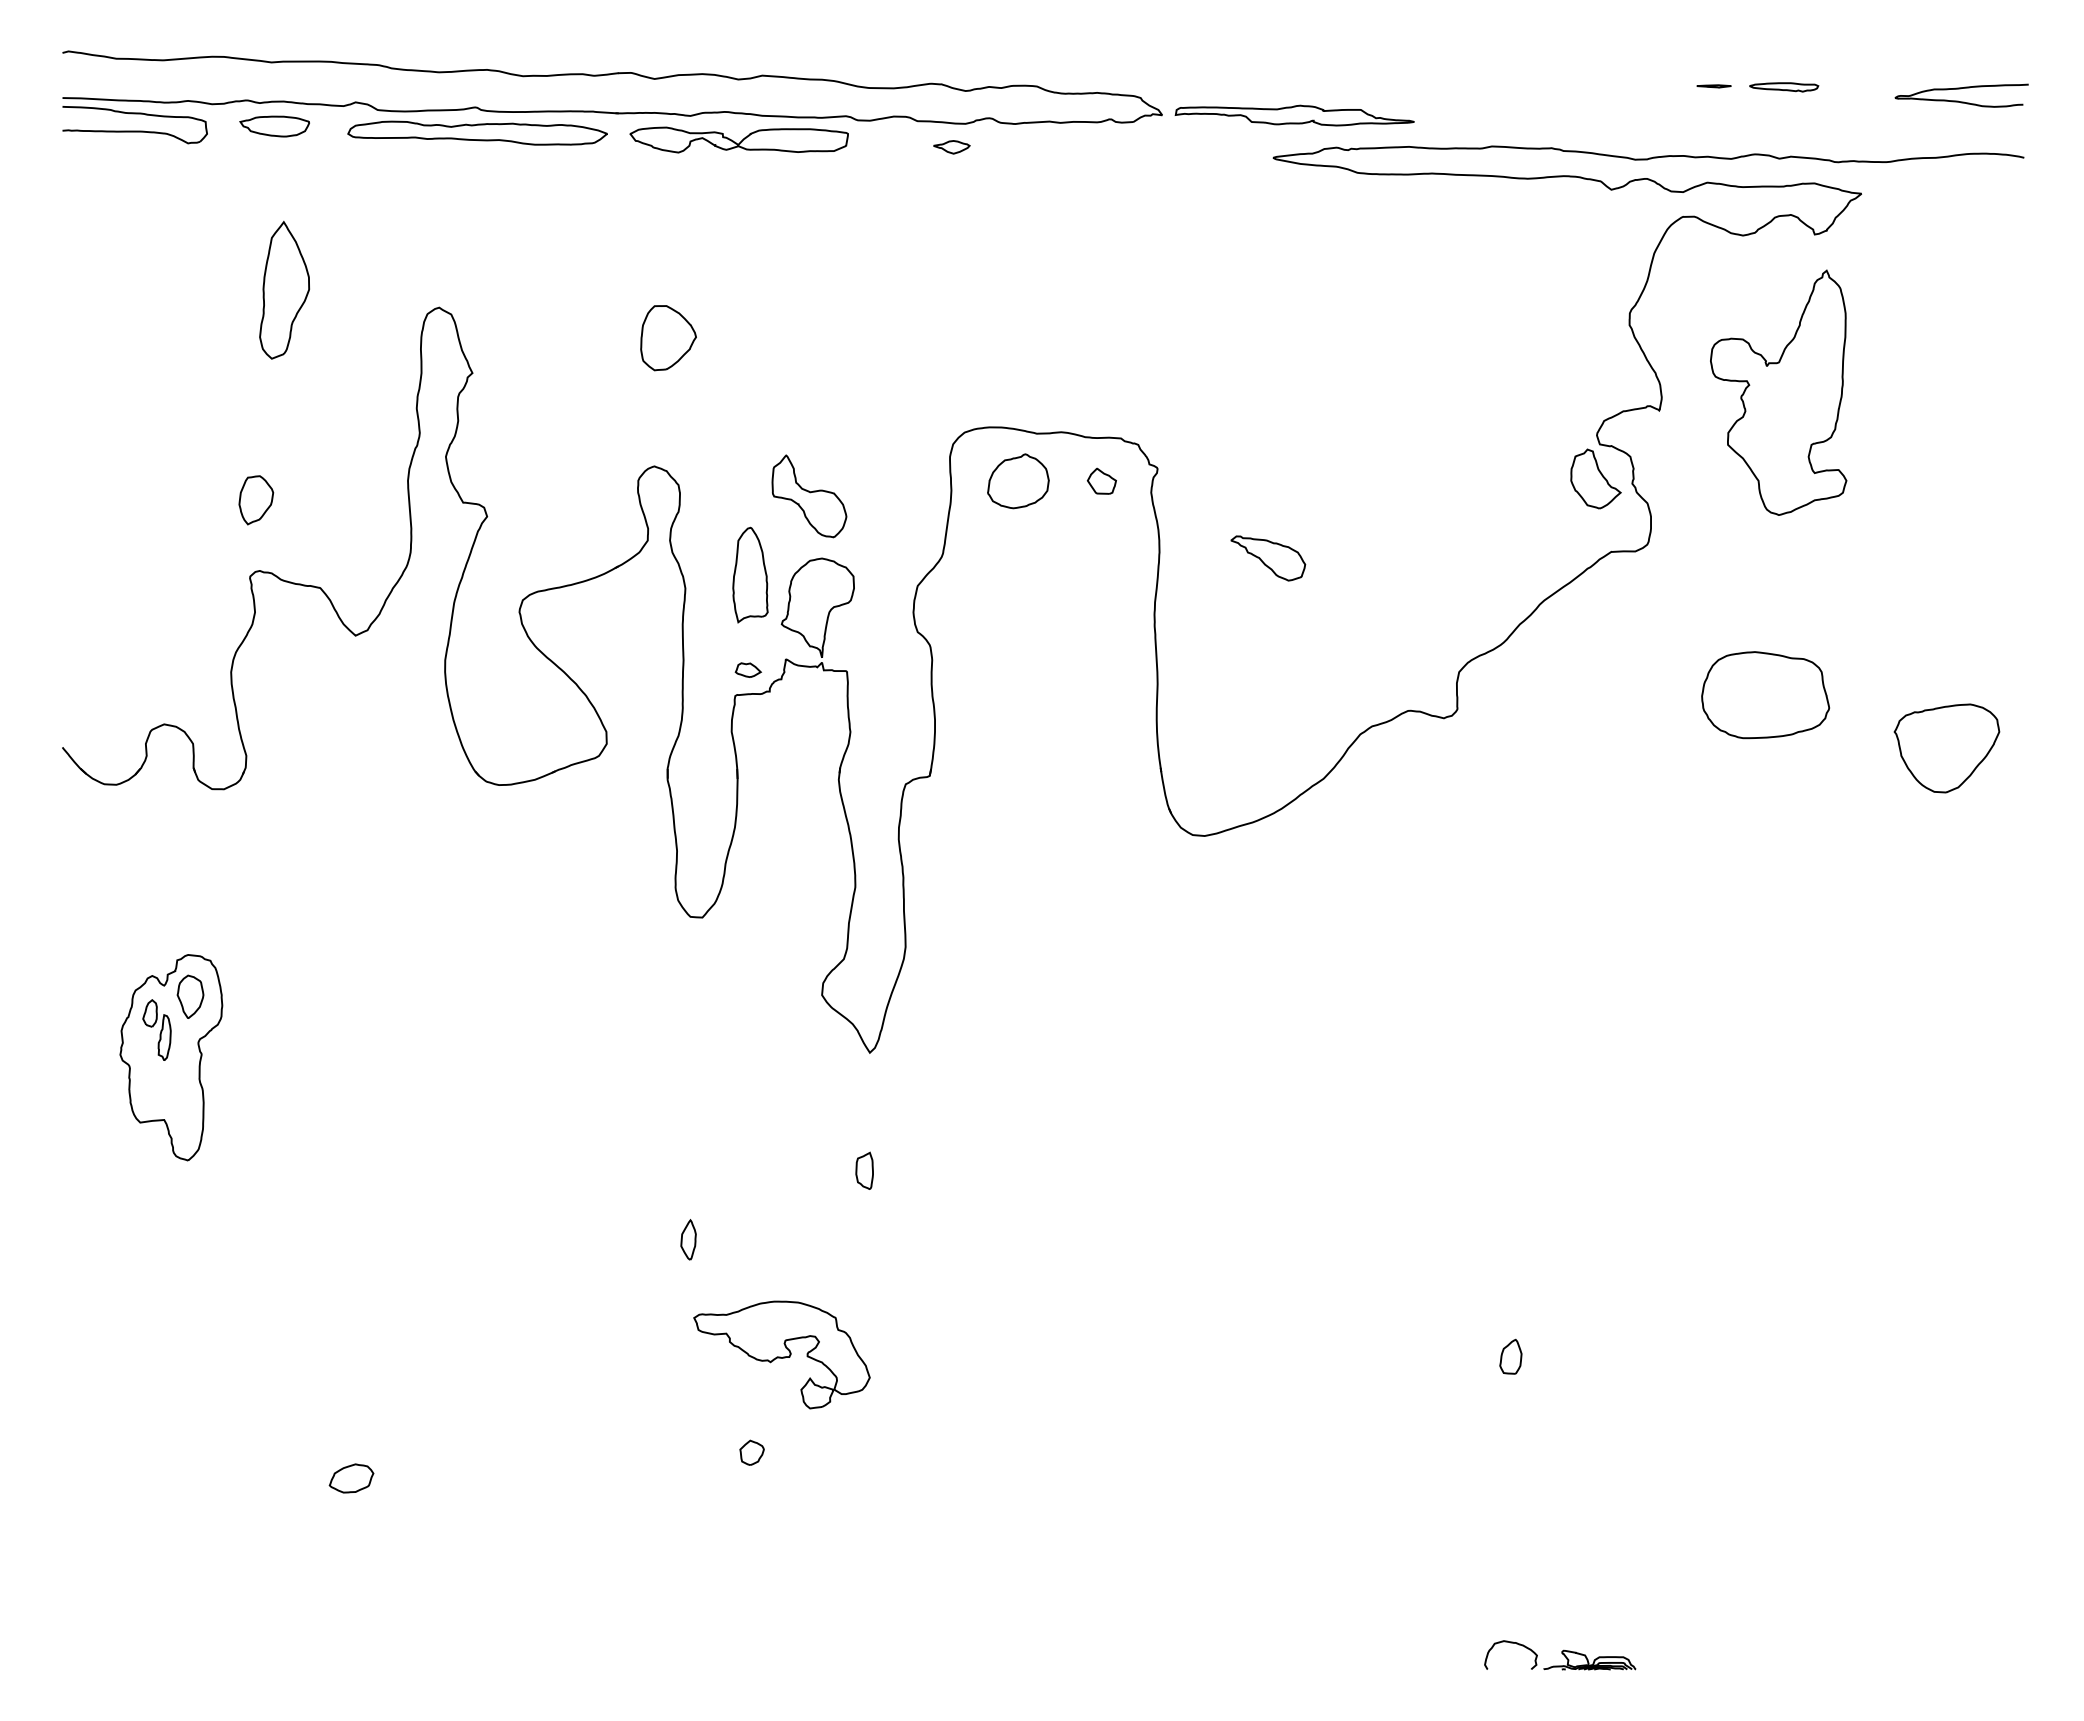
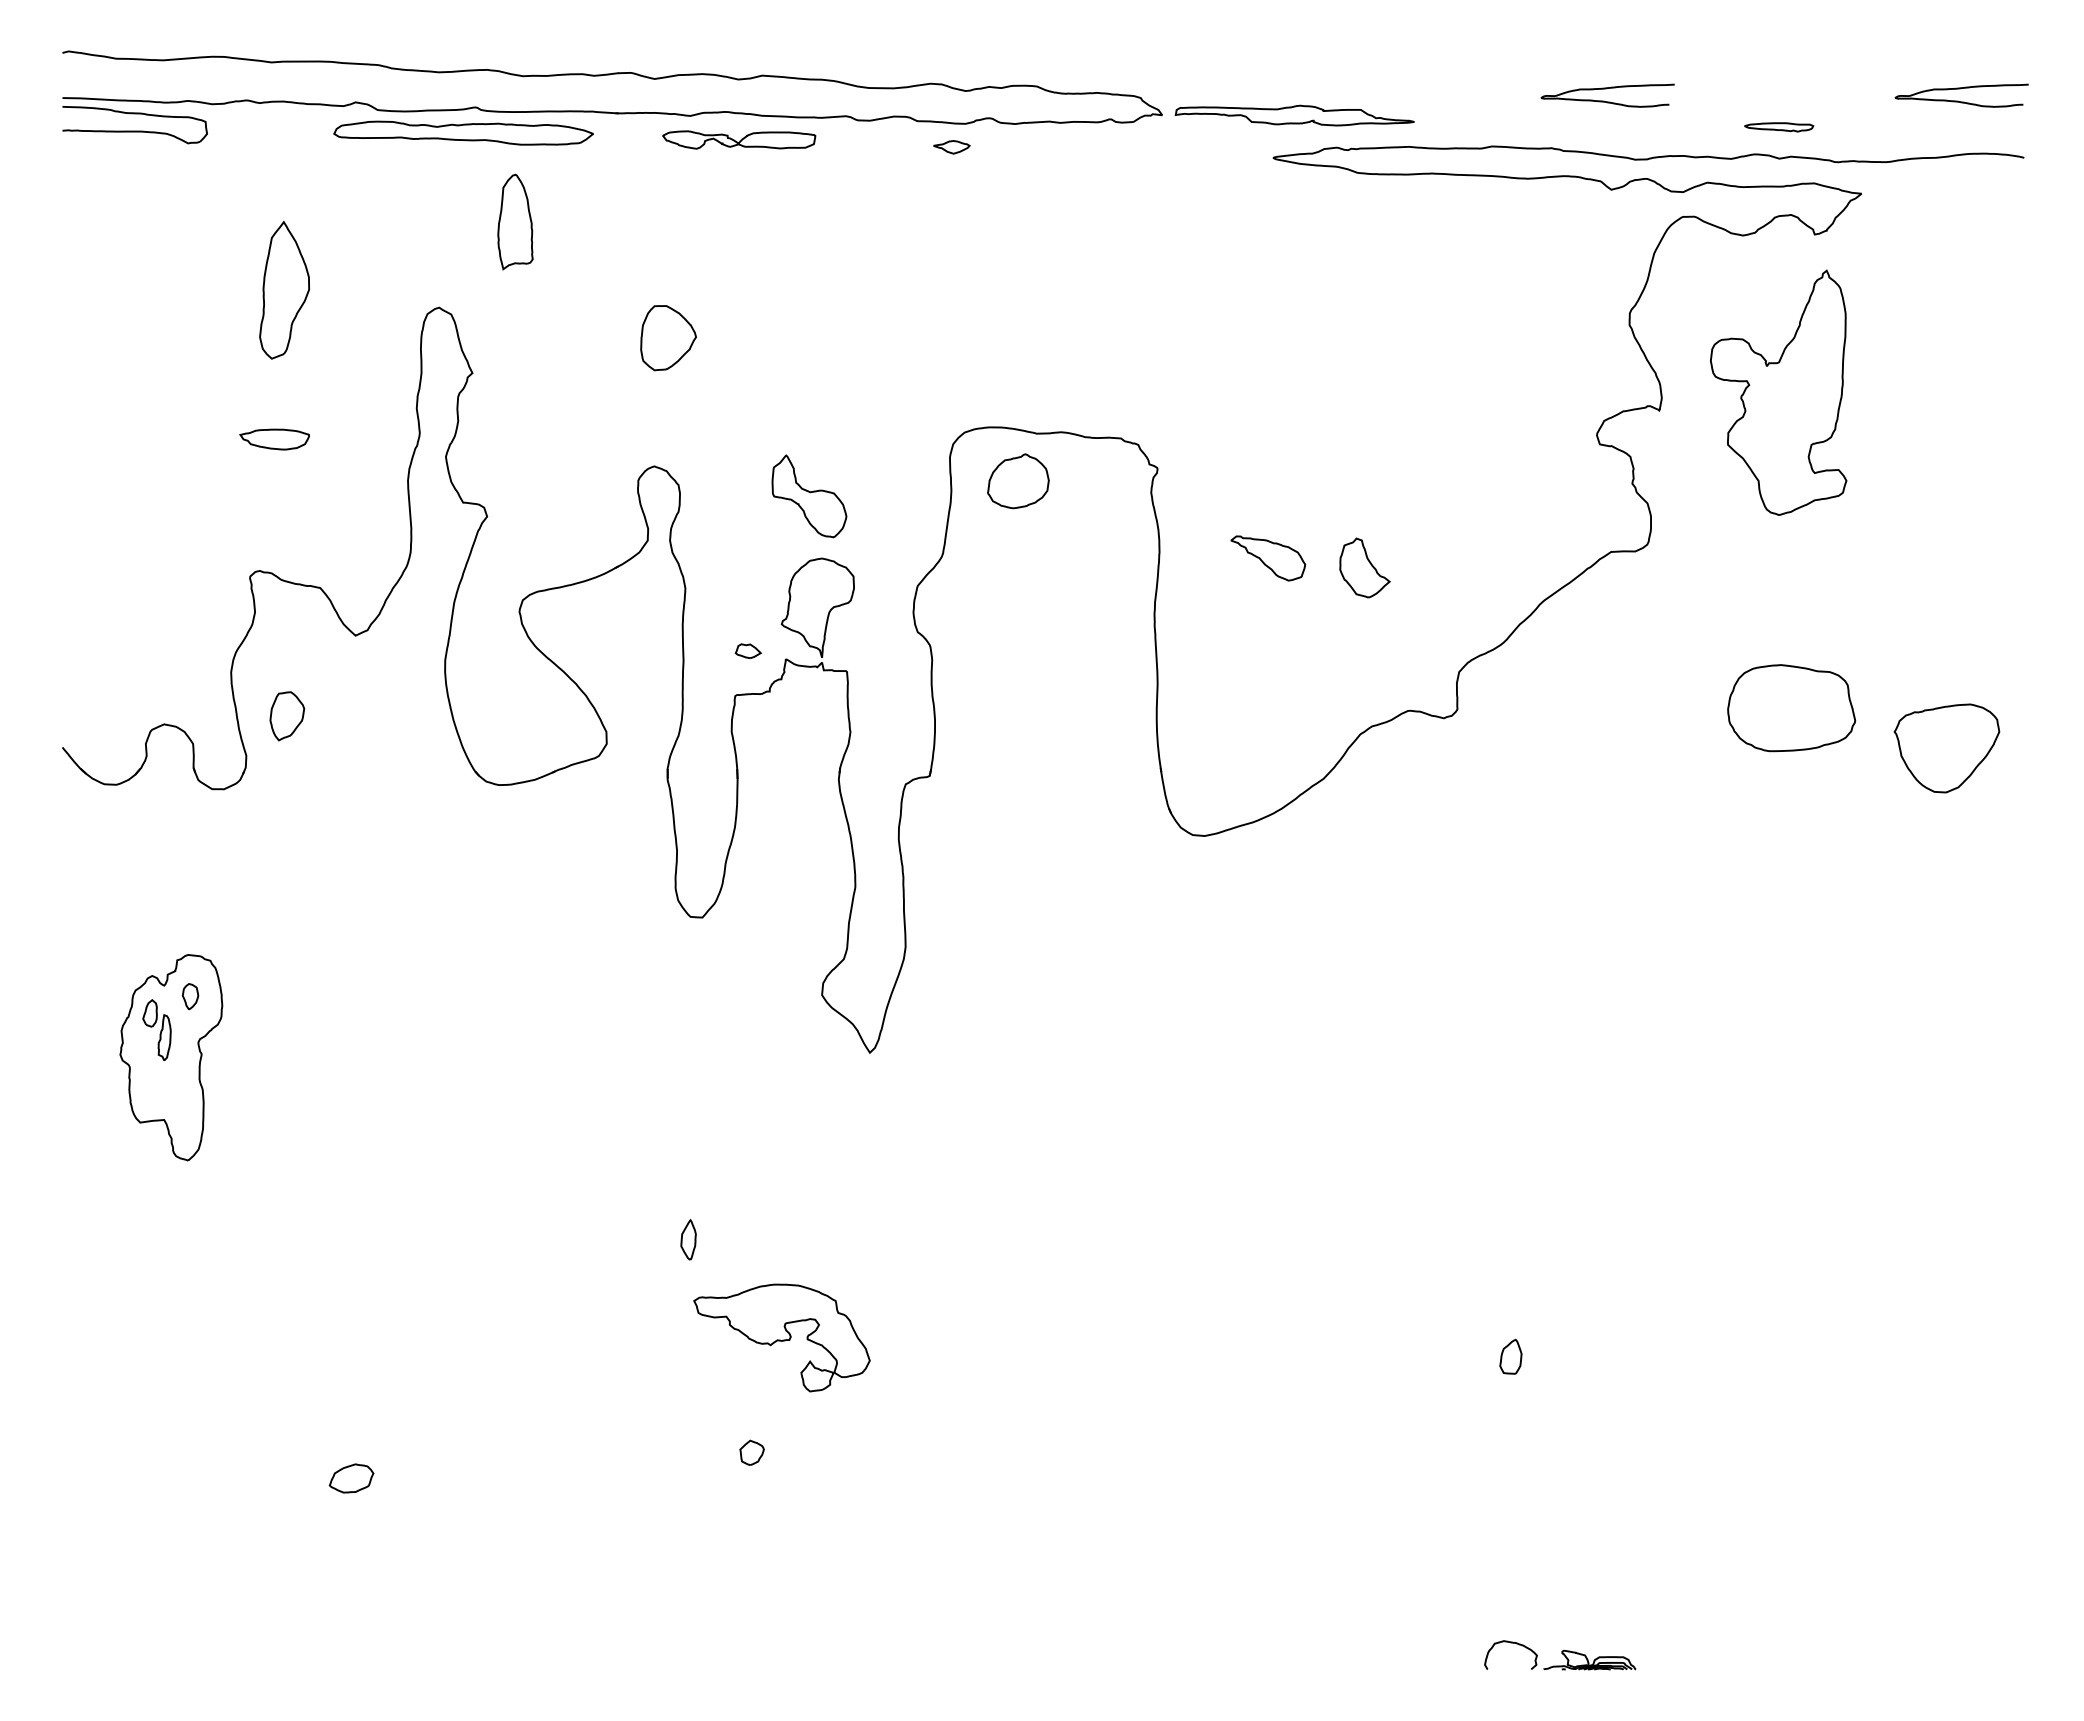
line at (1713, 86): present -> none
part at (1784, 87) position: (1784, 87) -> (1779, 127)
curve at (1604, 100): none -> present
part at (274, 126) position: (274, 126) -> (274, 439)
part at (477, 132) position: (477, 132) -> (463, 132)
part at (738, 139) size: 220x28 px -> 155x20 px
part at (1595, 478) position: (1595, 478) -> (1364, 567)
part at (1101, 480): present -> none
part at (256, 500) position: (256, 500) -> (287, 716)
part at (750, 574) position: (750, 574) -> (515, 221)
part at (747, 669) position: (747, 669) -> (747, 650)
part at (1765, 695) position: (1765, 695) -> (1791, 708)
part at (190, 996) size: 29x45 px -> 19x28 px
part at (864, 1170): present -> none
part at (781, 1354) position: (781, 1354) -> (781, 1337)
